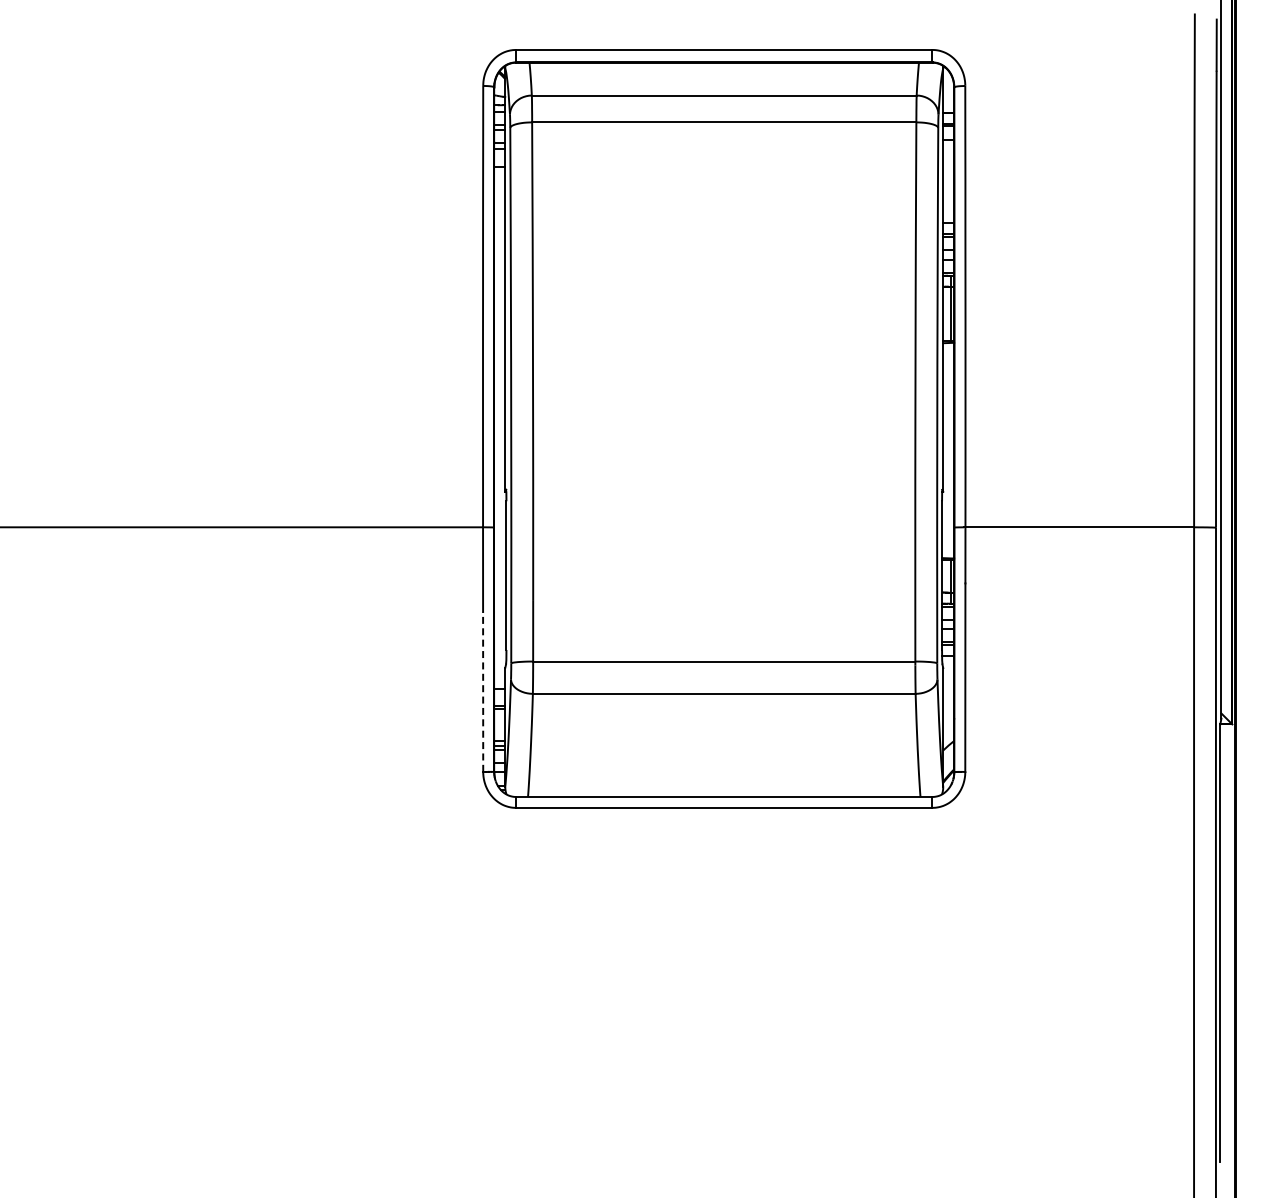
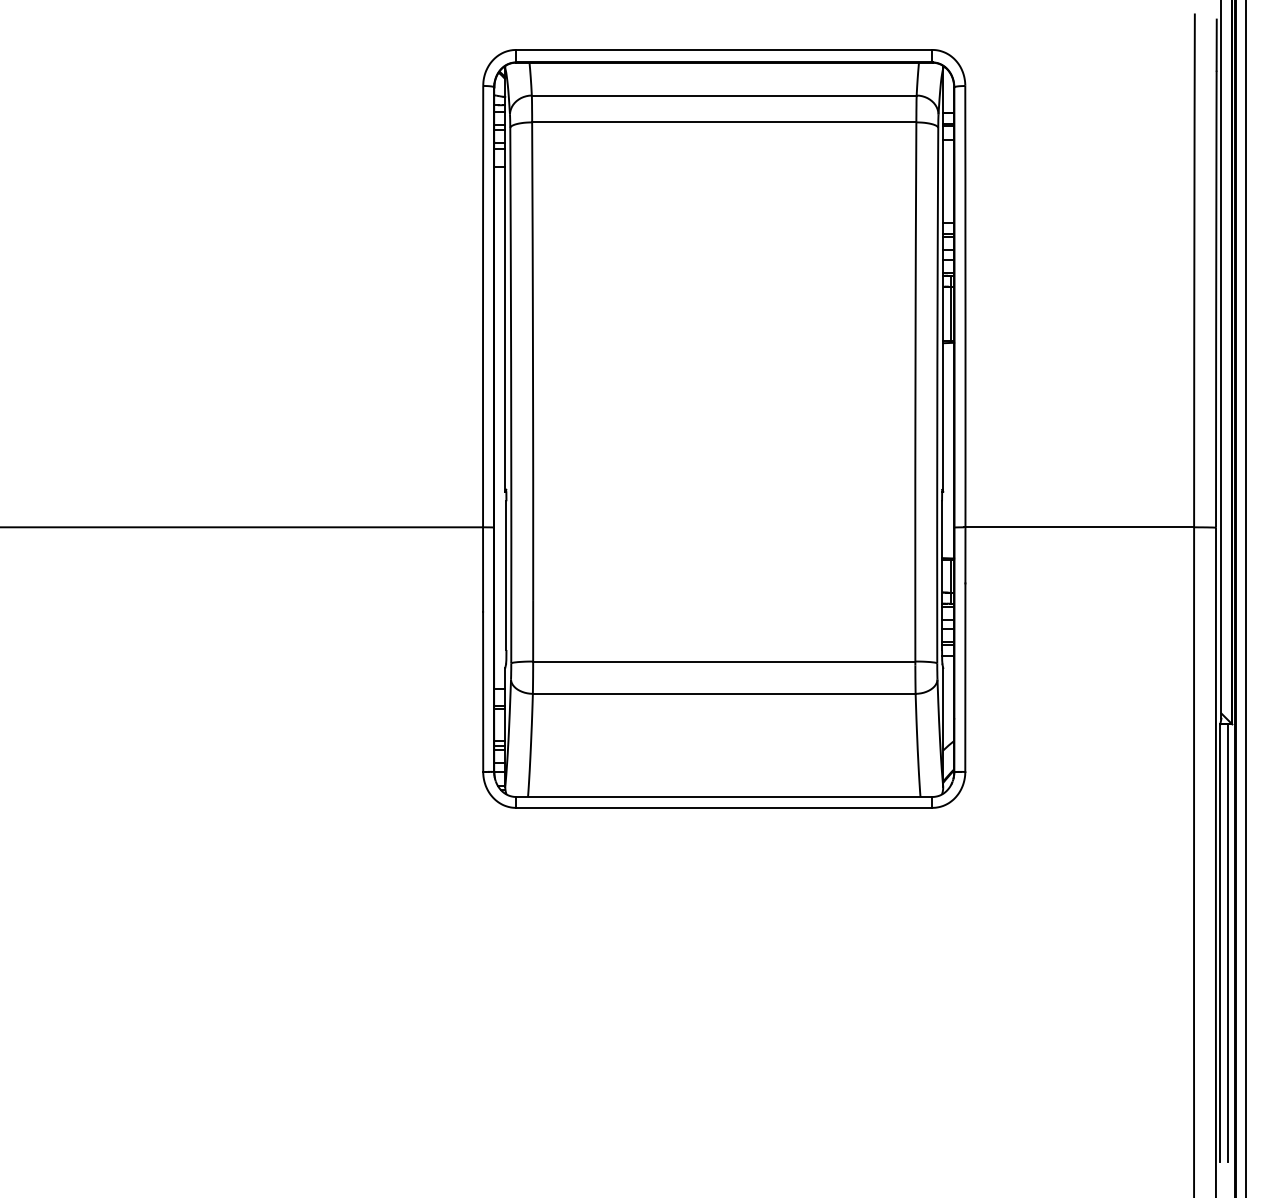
line at (1246, 598): none -> present
line at (483, 691): dashed -> solid
line at (1227, 943): none -> present
